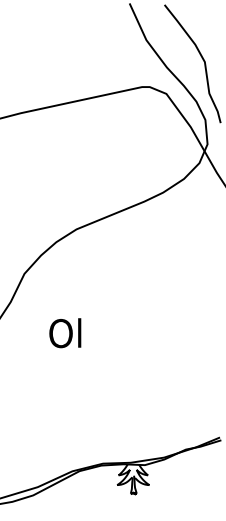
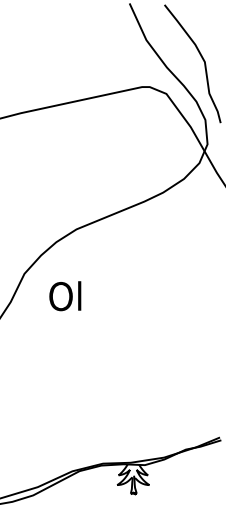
text at (65, 333) position: (65, 333) -> (65, 296)
